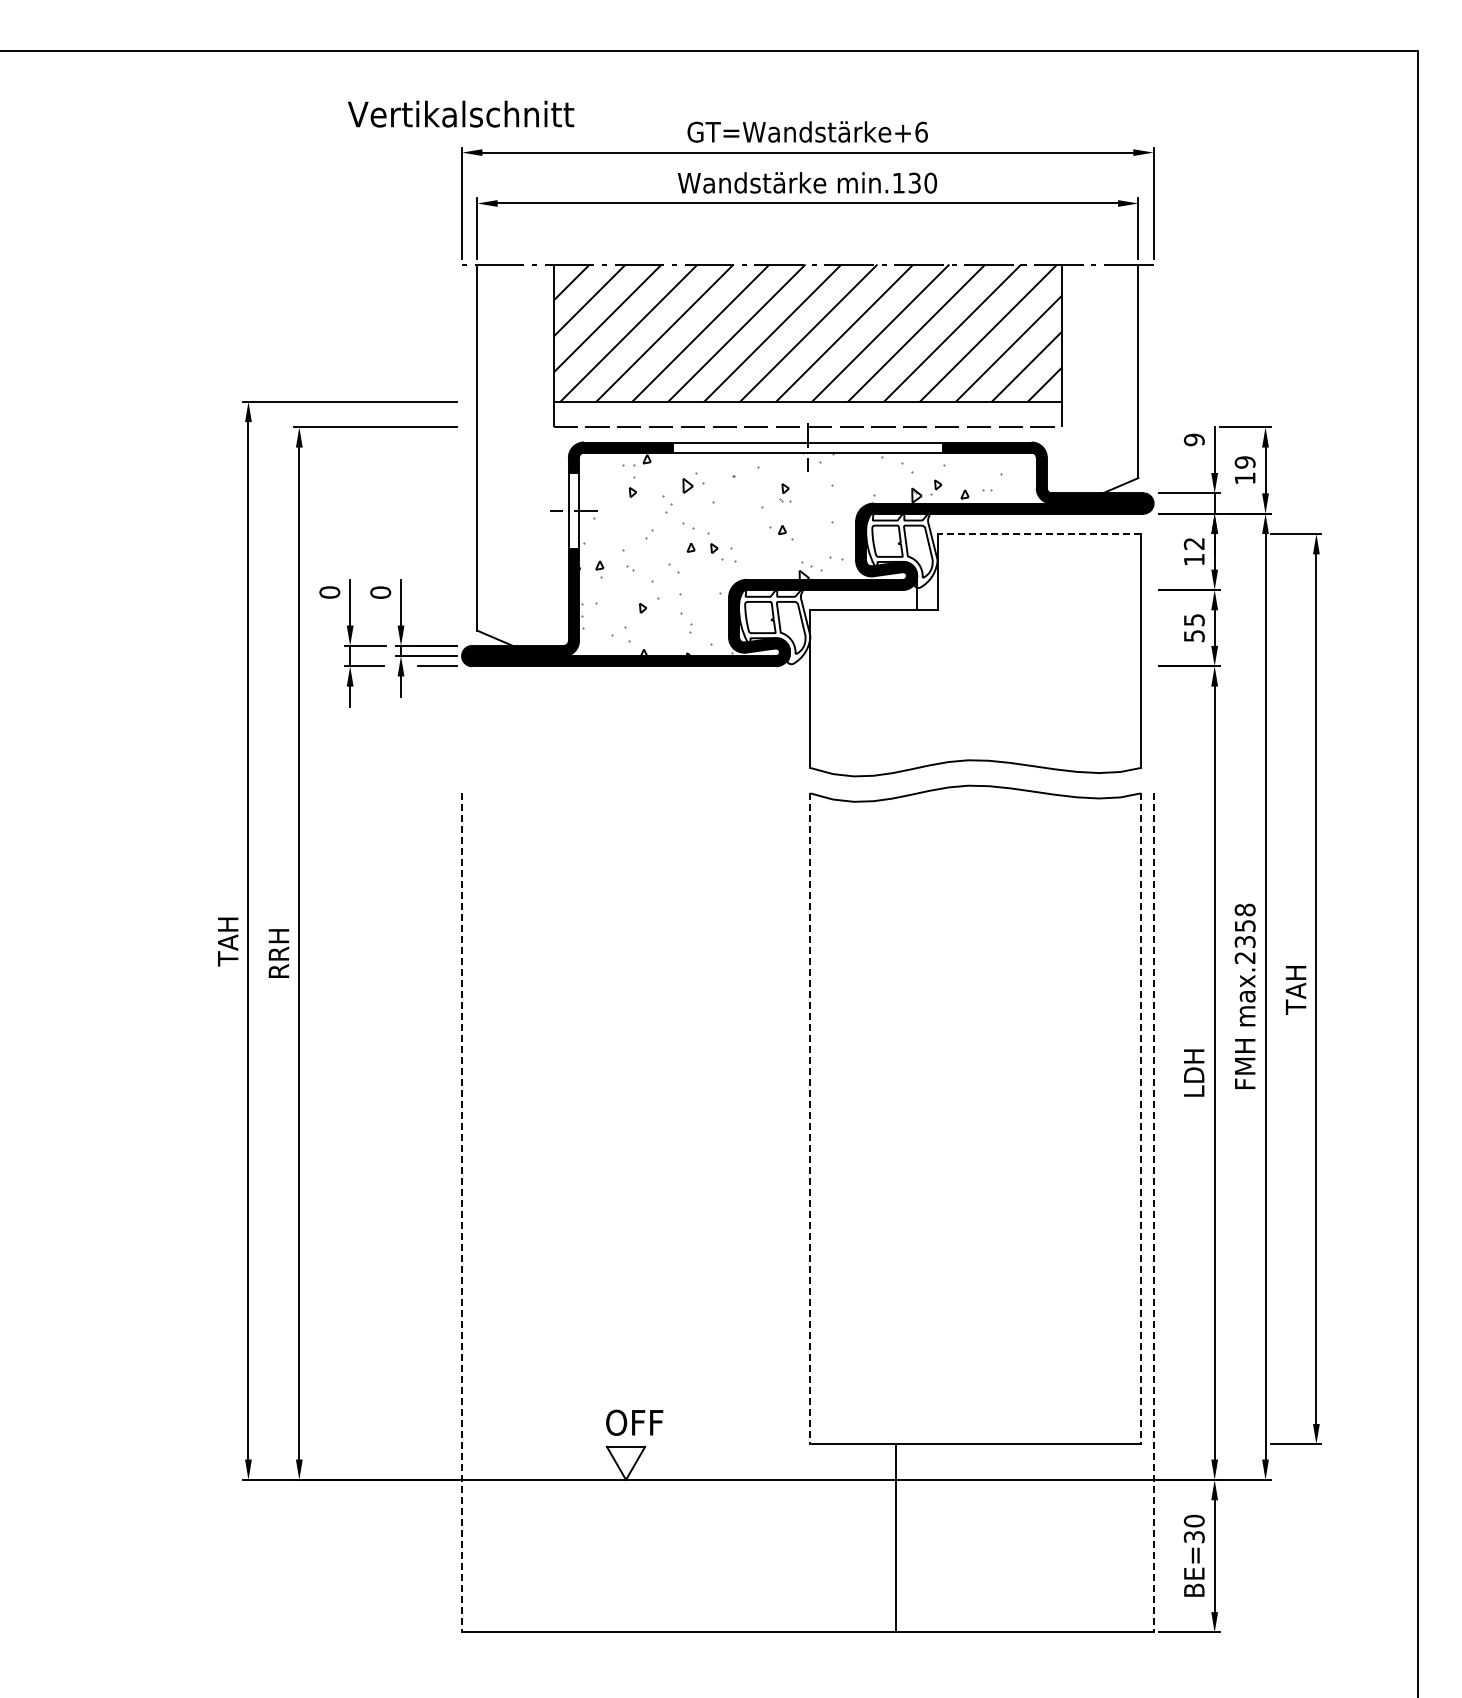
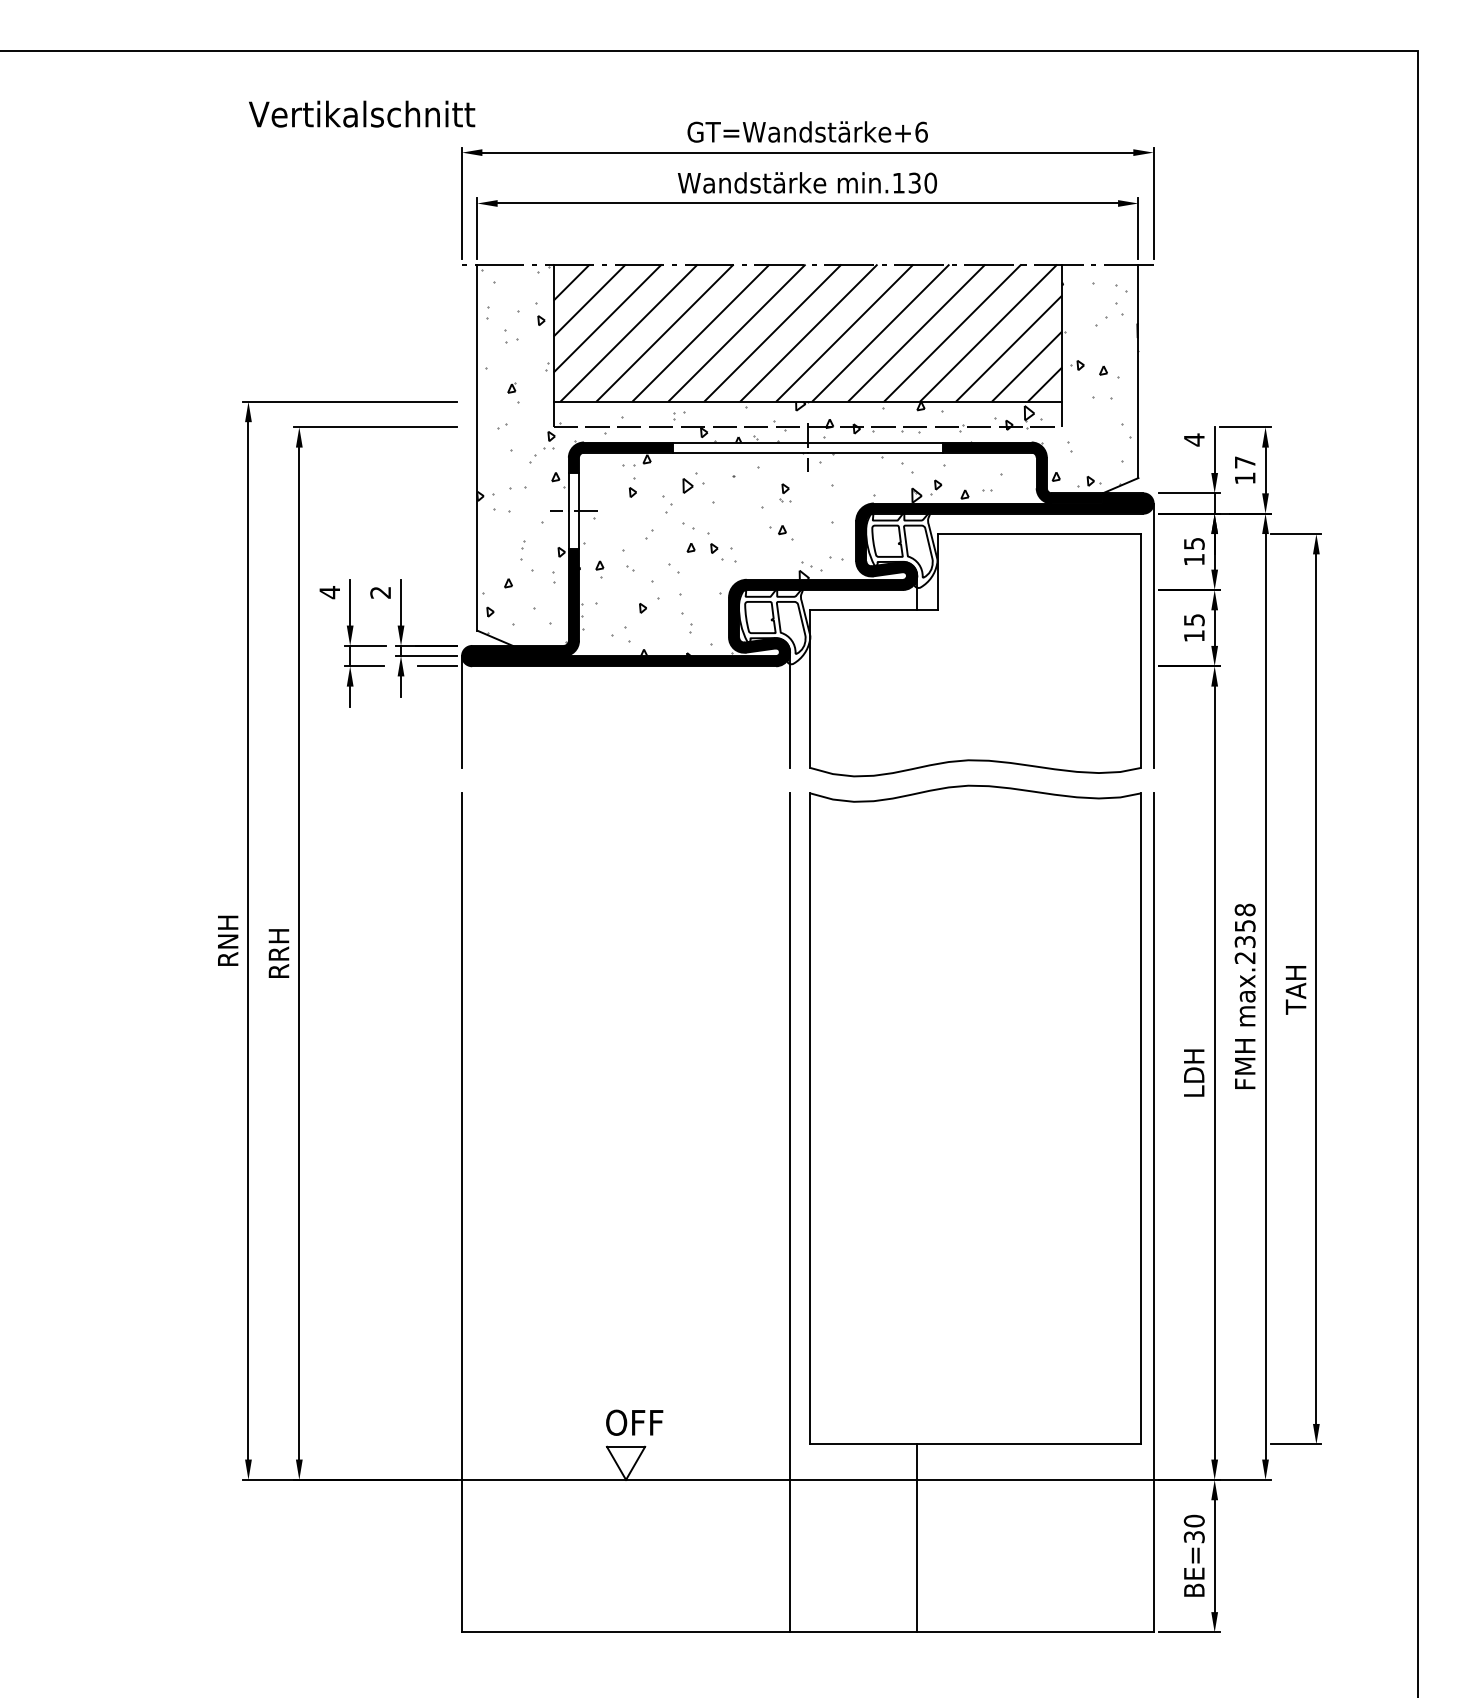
text at (461, 113) position: (461, 113) -> (362, 113)
text at (1193, 439): 9 -> 4
hatch at (807, 454): none -> present
text at (1244, 462): 19 -> 17
line at (1039, 534): dashed -> solid
text at (1193, 543): 12 -> 15
text at (329, 592): 0 -> 4
text at (380, 592): 0 -> 2
line at (1153, 635): none -> present
text at (1194, 636): 55 -> 15
line at (790, 709): none -> present
line at (462, 711): none -> present
text at (228, 940): TAH -> RNH
line at (810, 1119): dashed -> solid
line at (1140, 1119): dashed -> solid
line at (462, 1212): dashed -> solid
line at (790, 1212): none -> present
line at (1153, 1212): dashed -> solid
line at (896, 1538) position: (896, 1538) -> (917, 1538)
